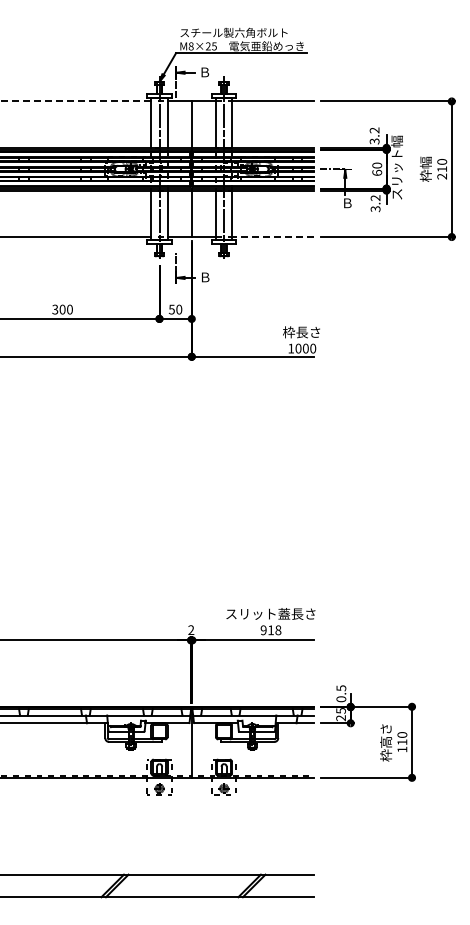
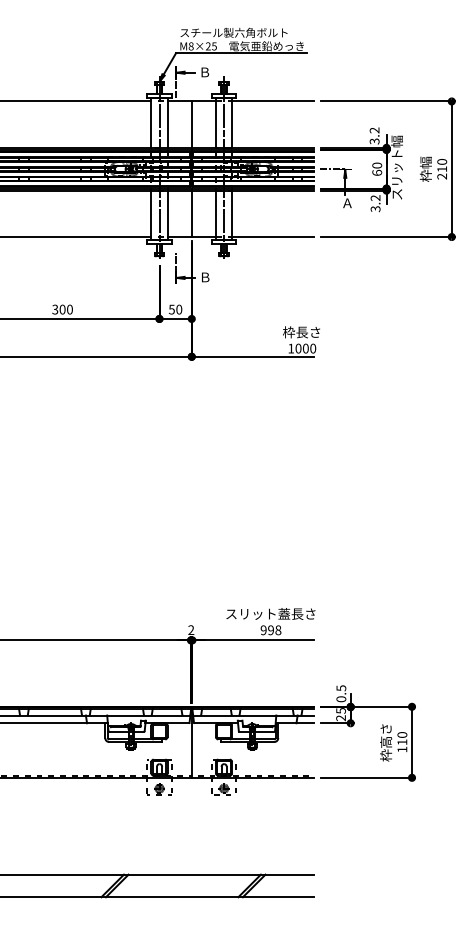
line at (75, 101): dashed -> solid
text at (347, 203): Ｂ -> Ａ
line at (272, 237): dashed -> solid
text at (270, 630): 918 -> 998
